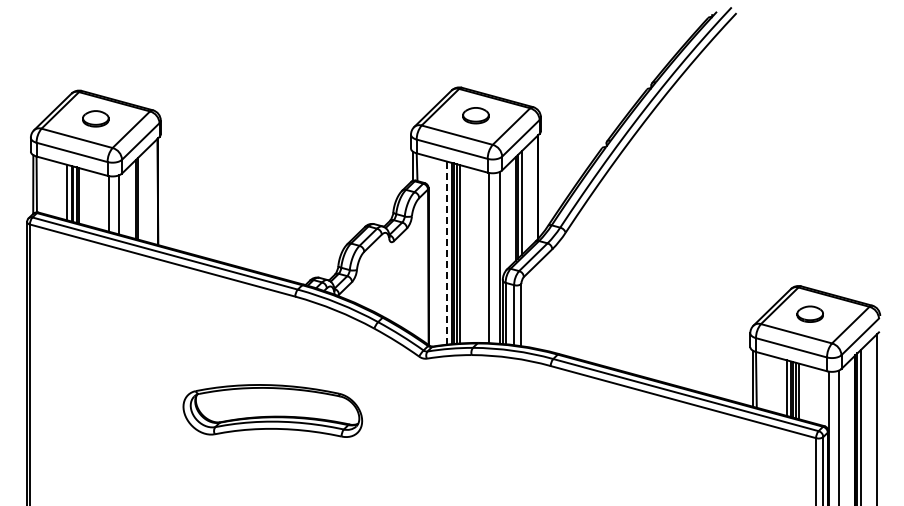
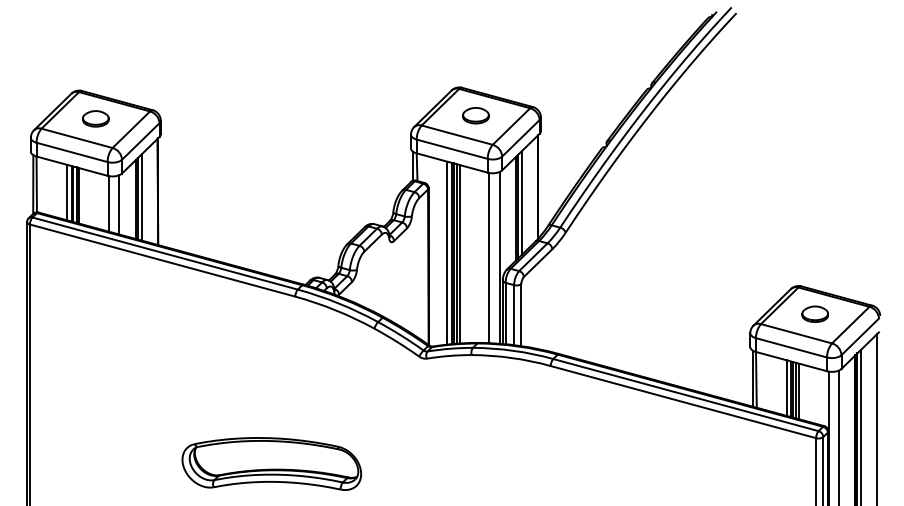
line at (141, 197): none -> present
line at (447, 253): dashed -> solid
part at (809, 313) position: (809, 313) -> (814, 313)
part at (272, 410) position: (272, 410) -> (271, 463)
